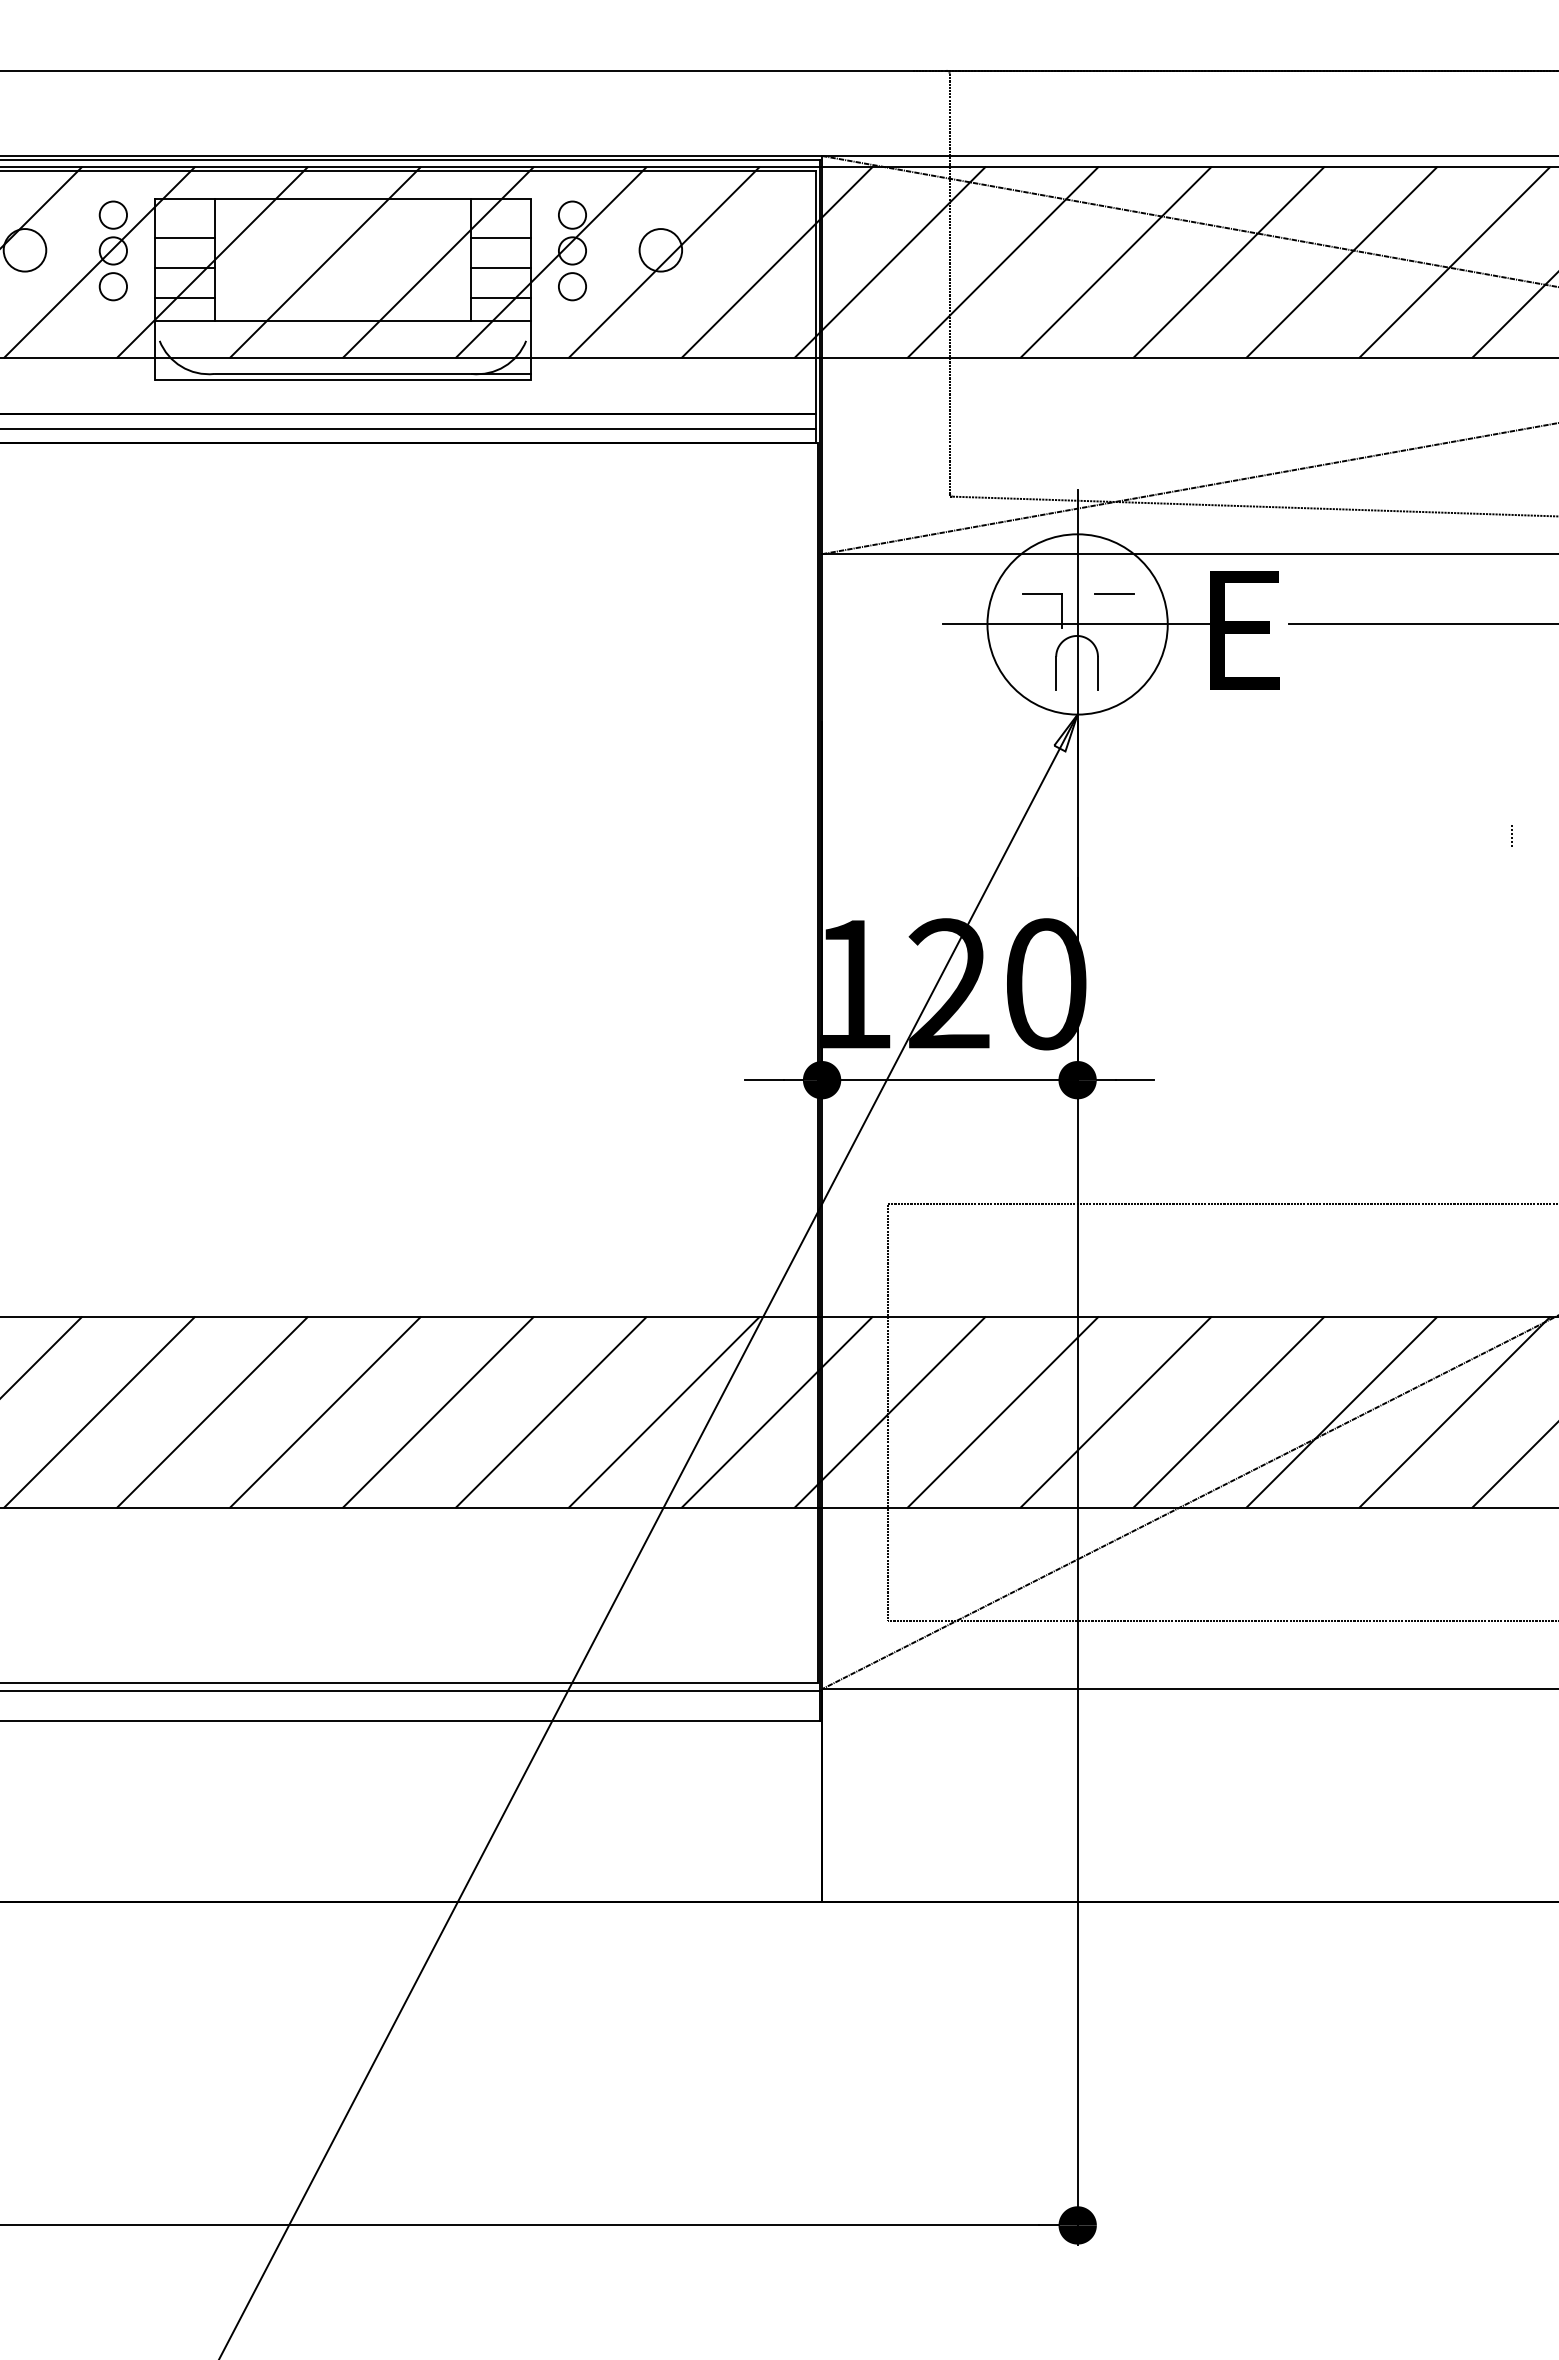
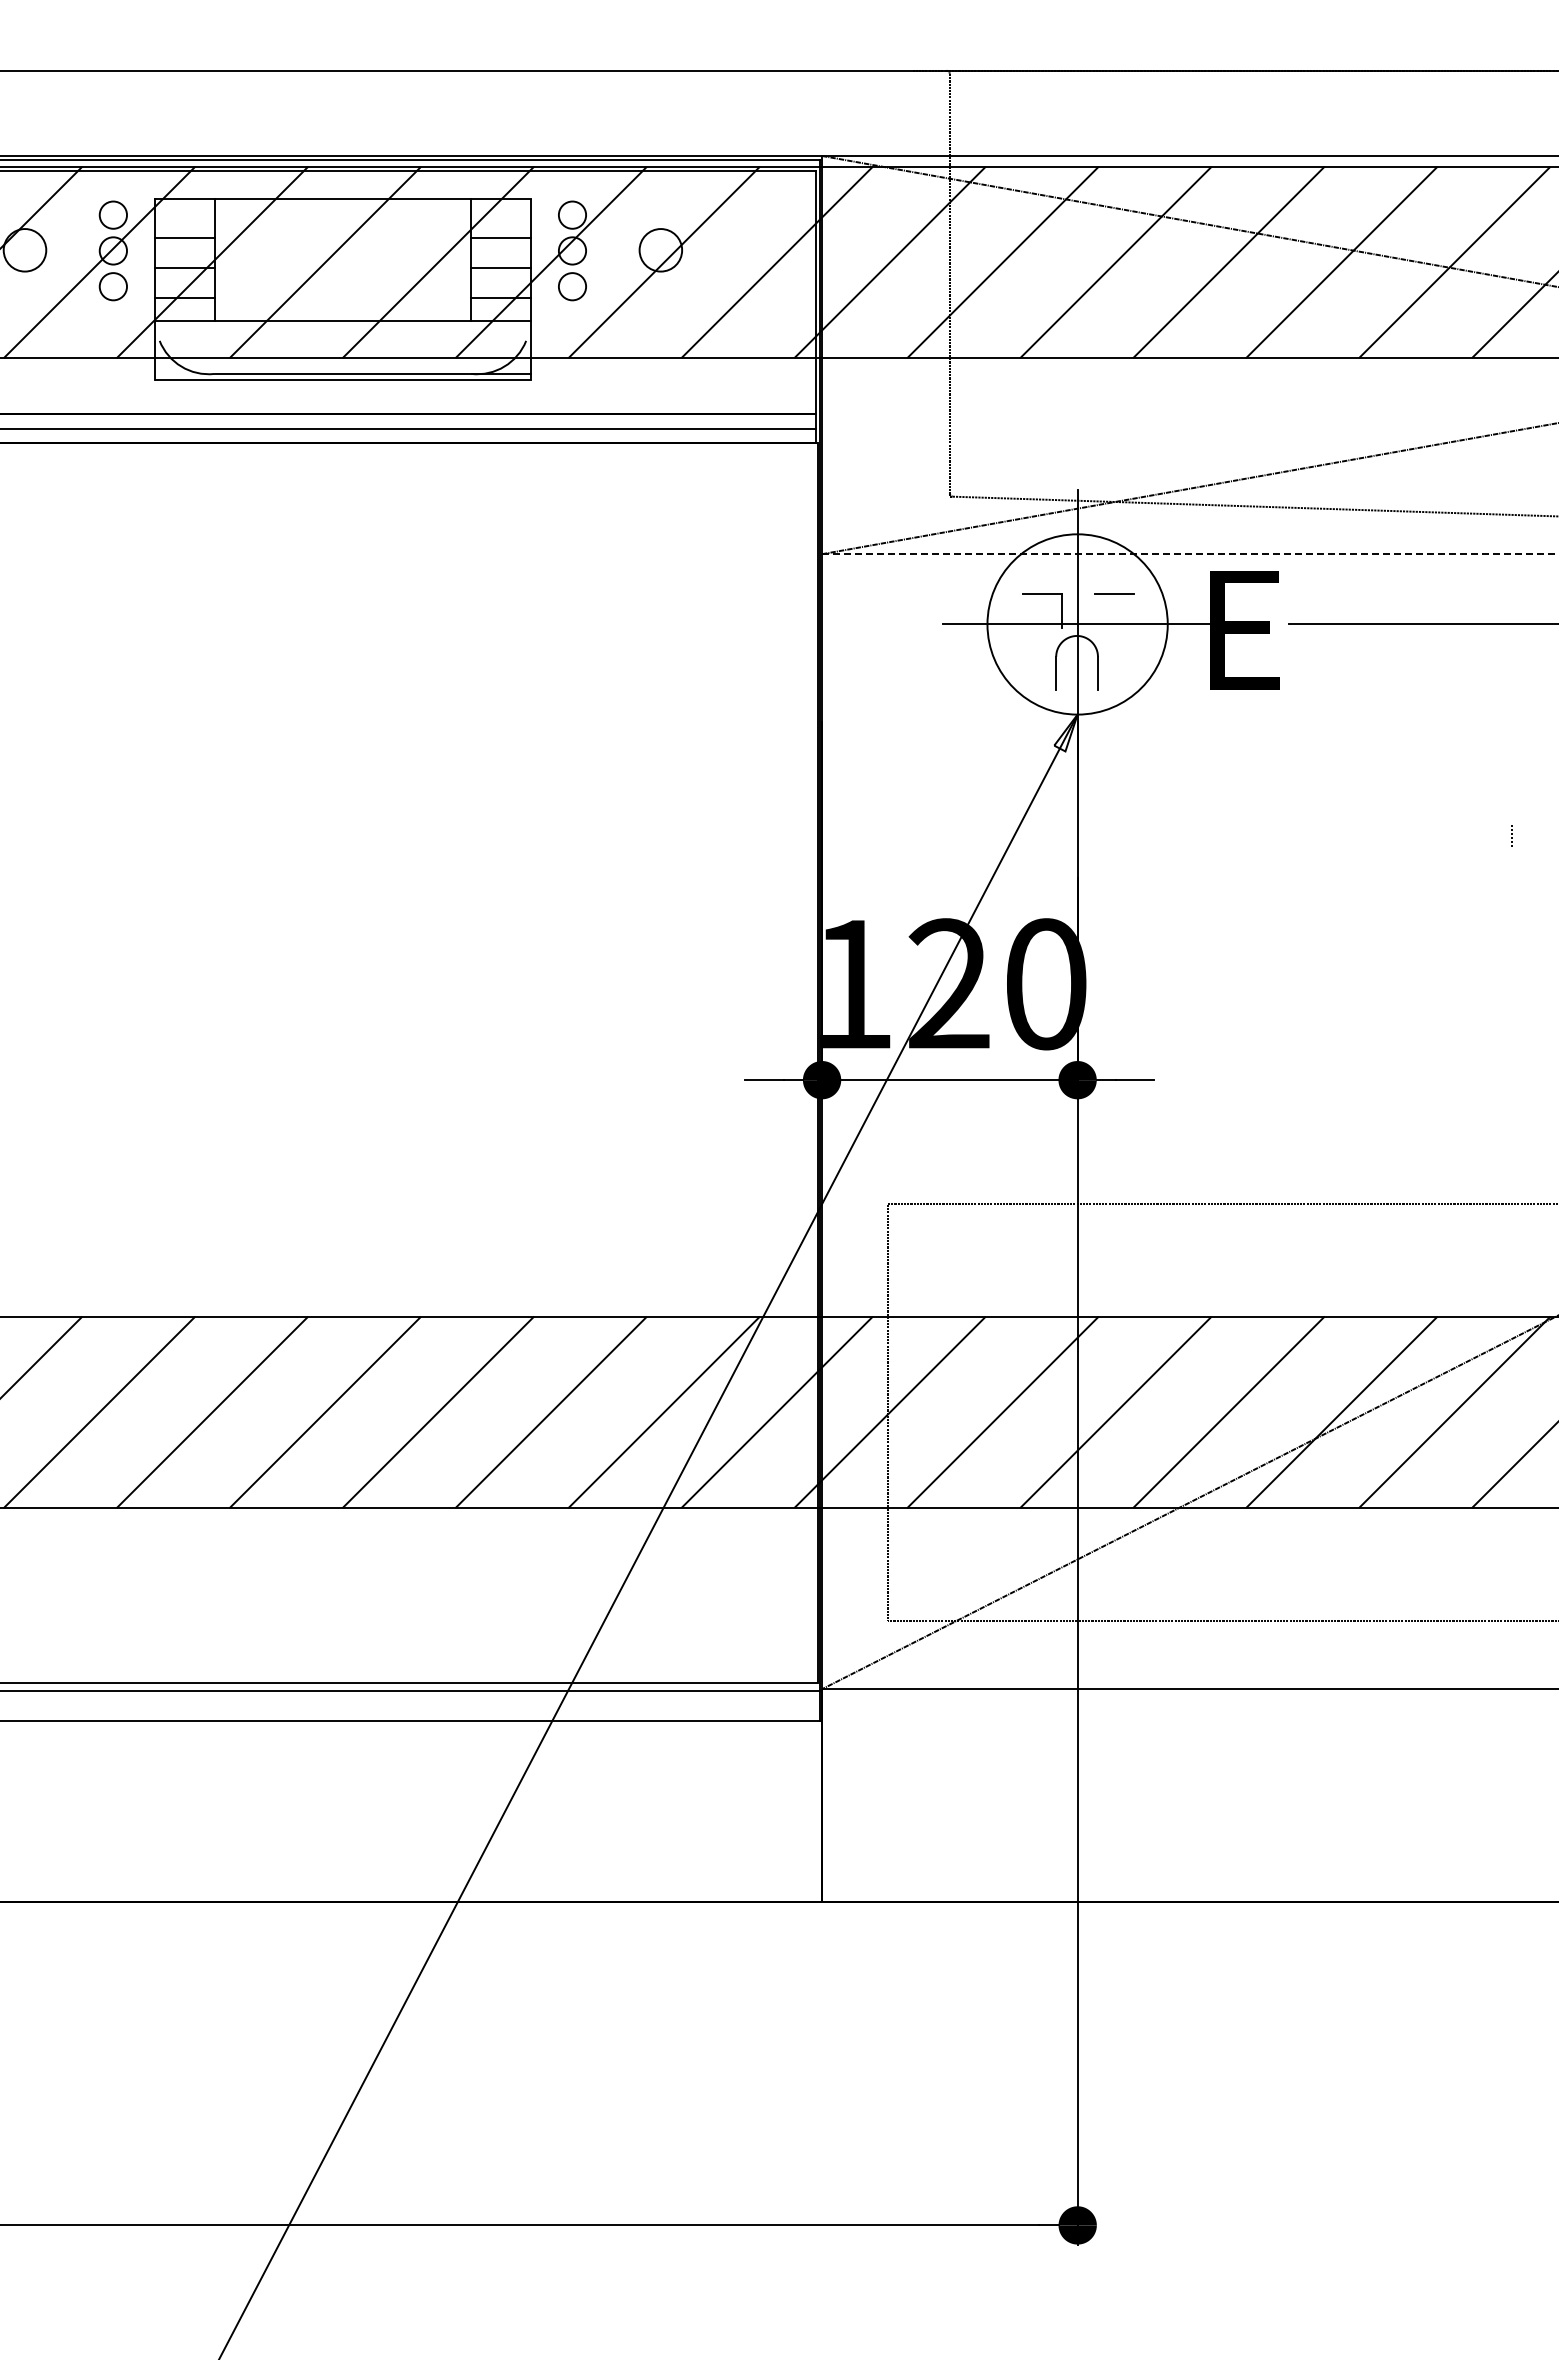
line at (1190, 554): solid -> dashed
